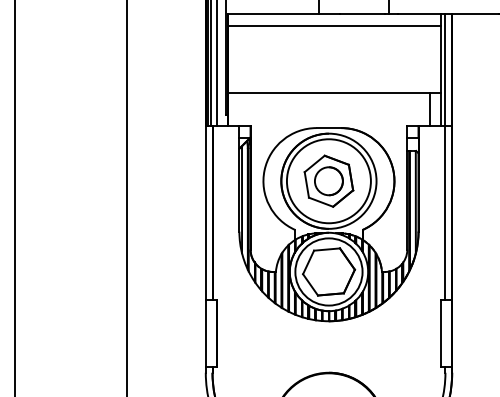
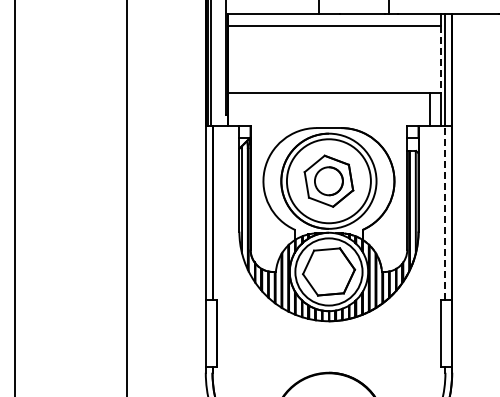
line at (440, 59): solid -> dashed
line at (216, 64): present -> none
line at (445, 213): solid -> dashed
